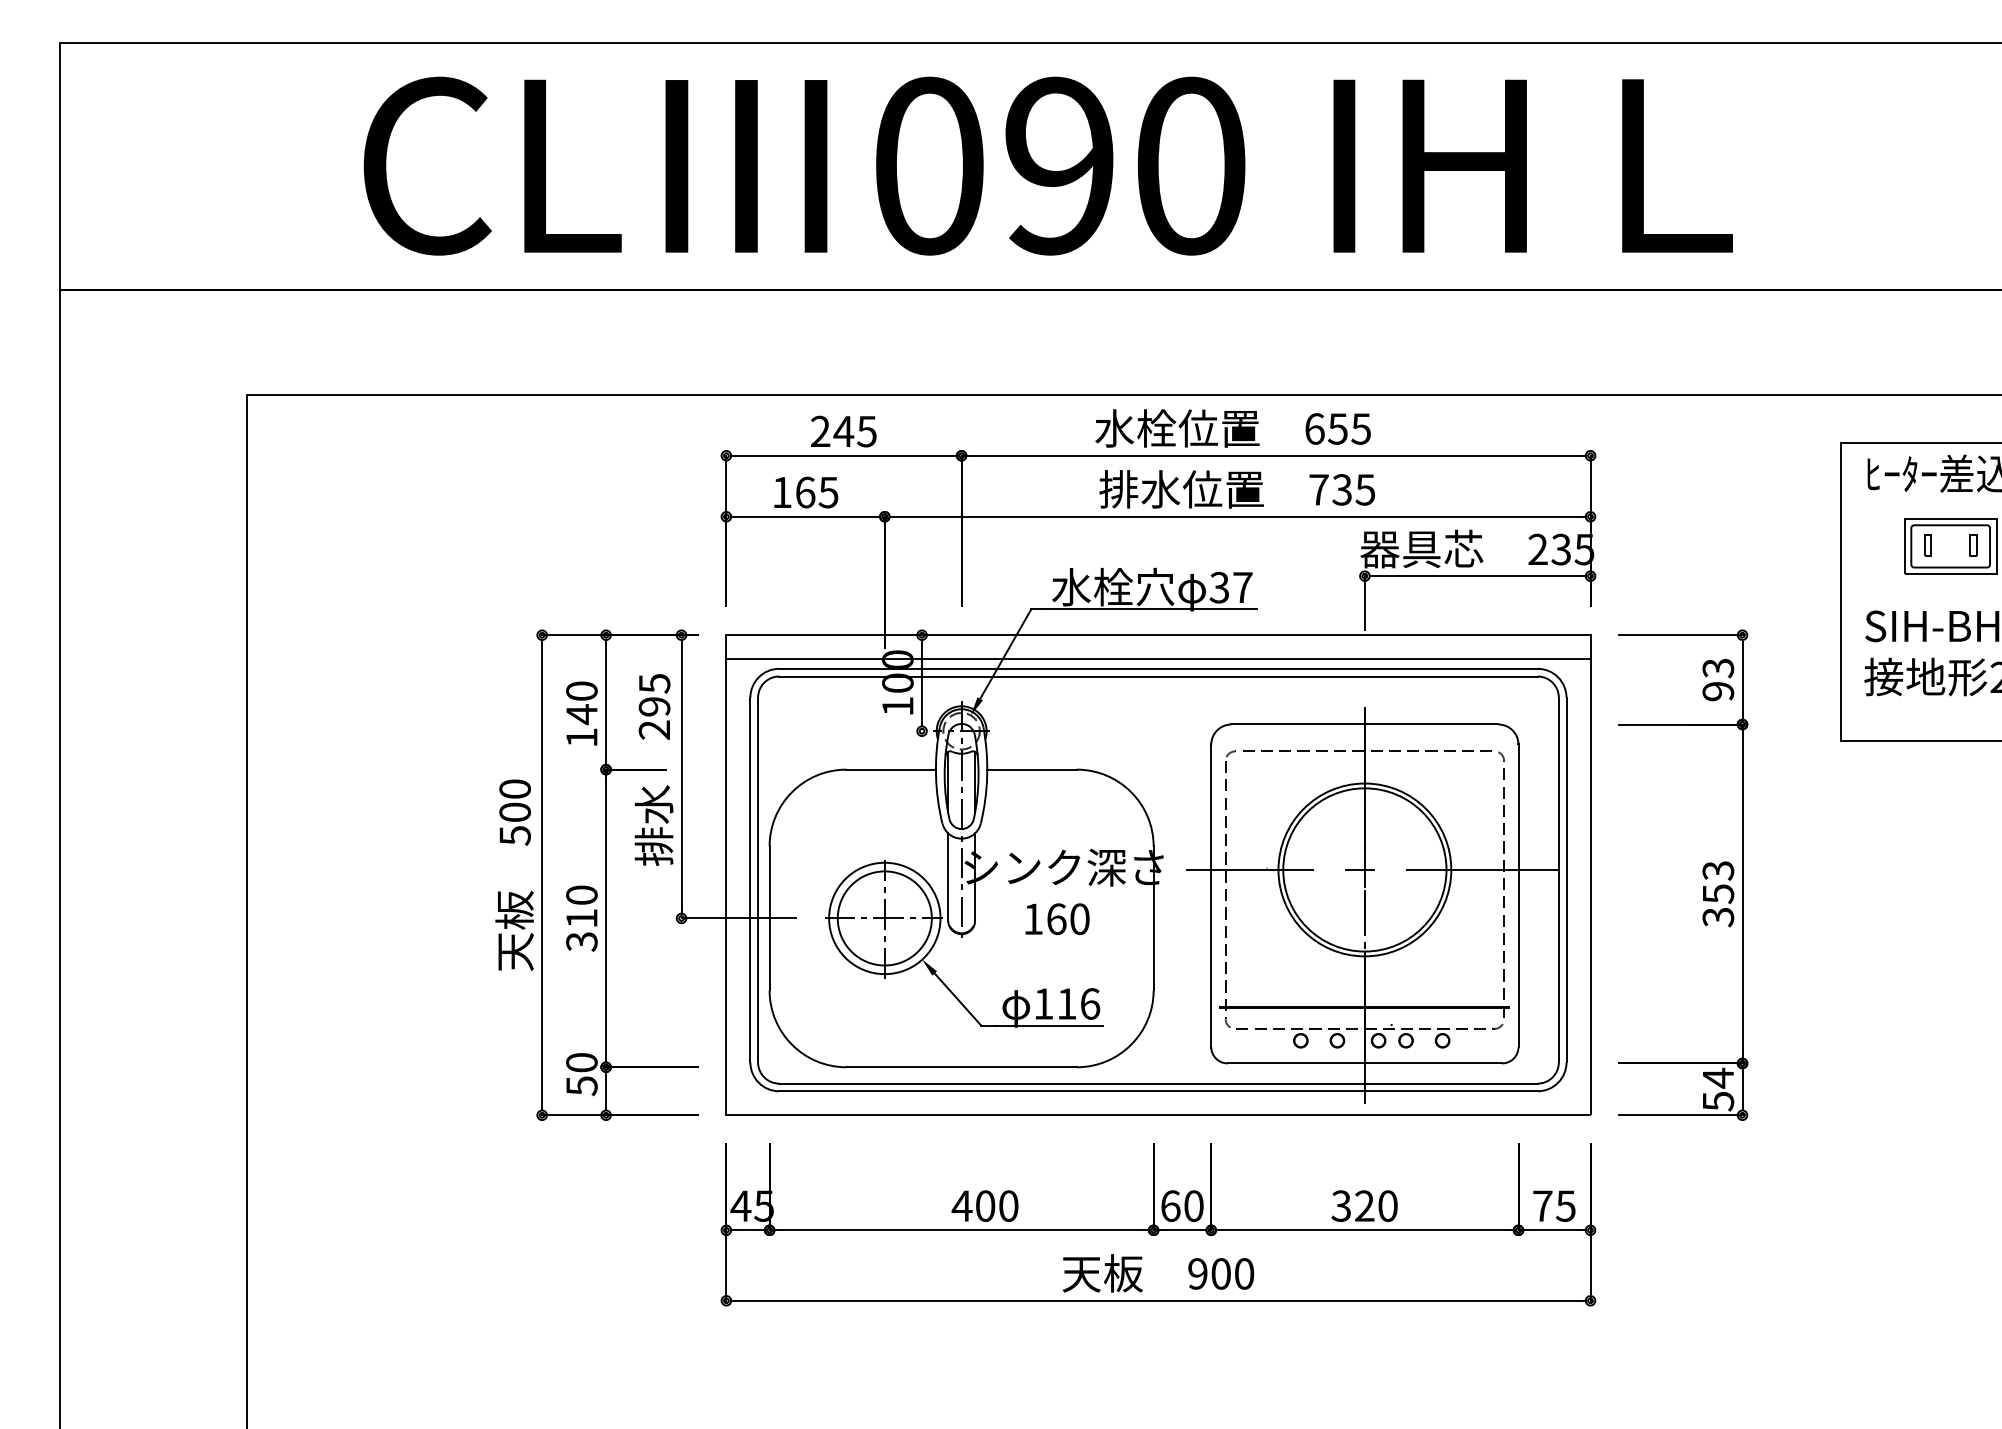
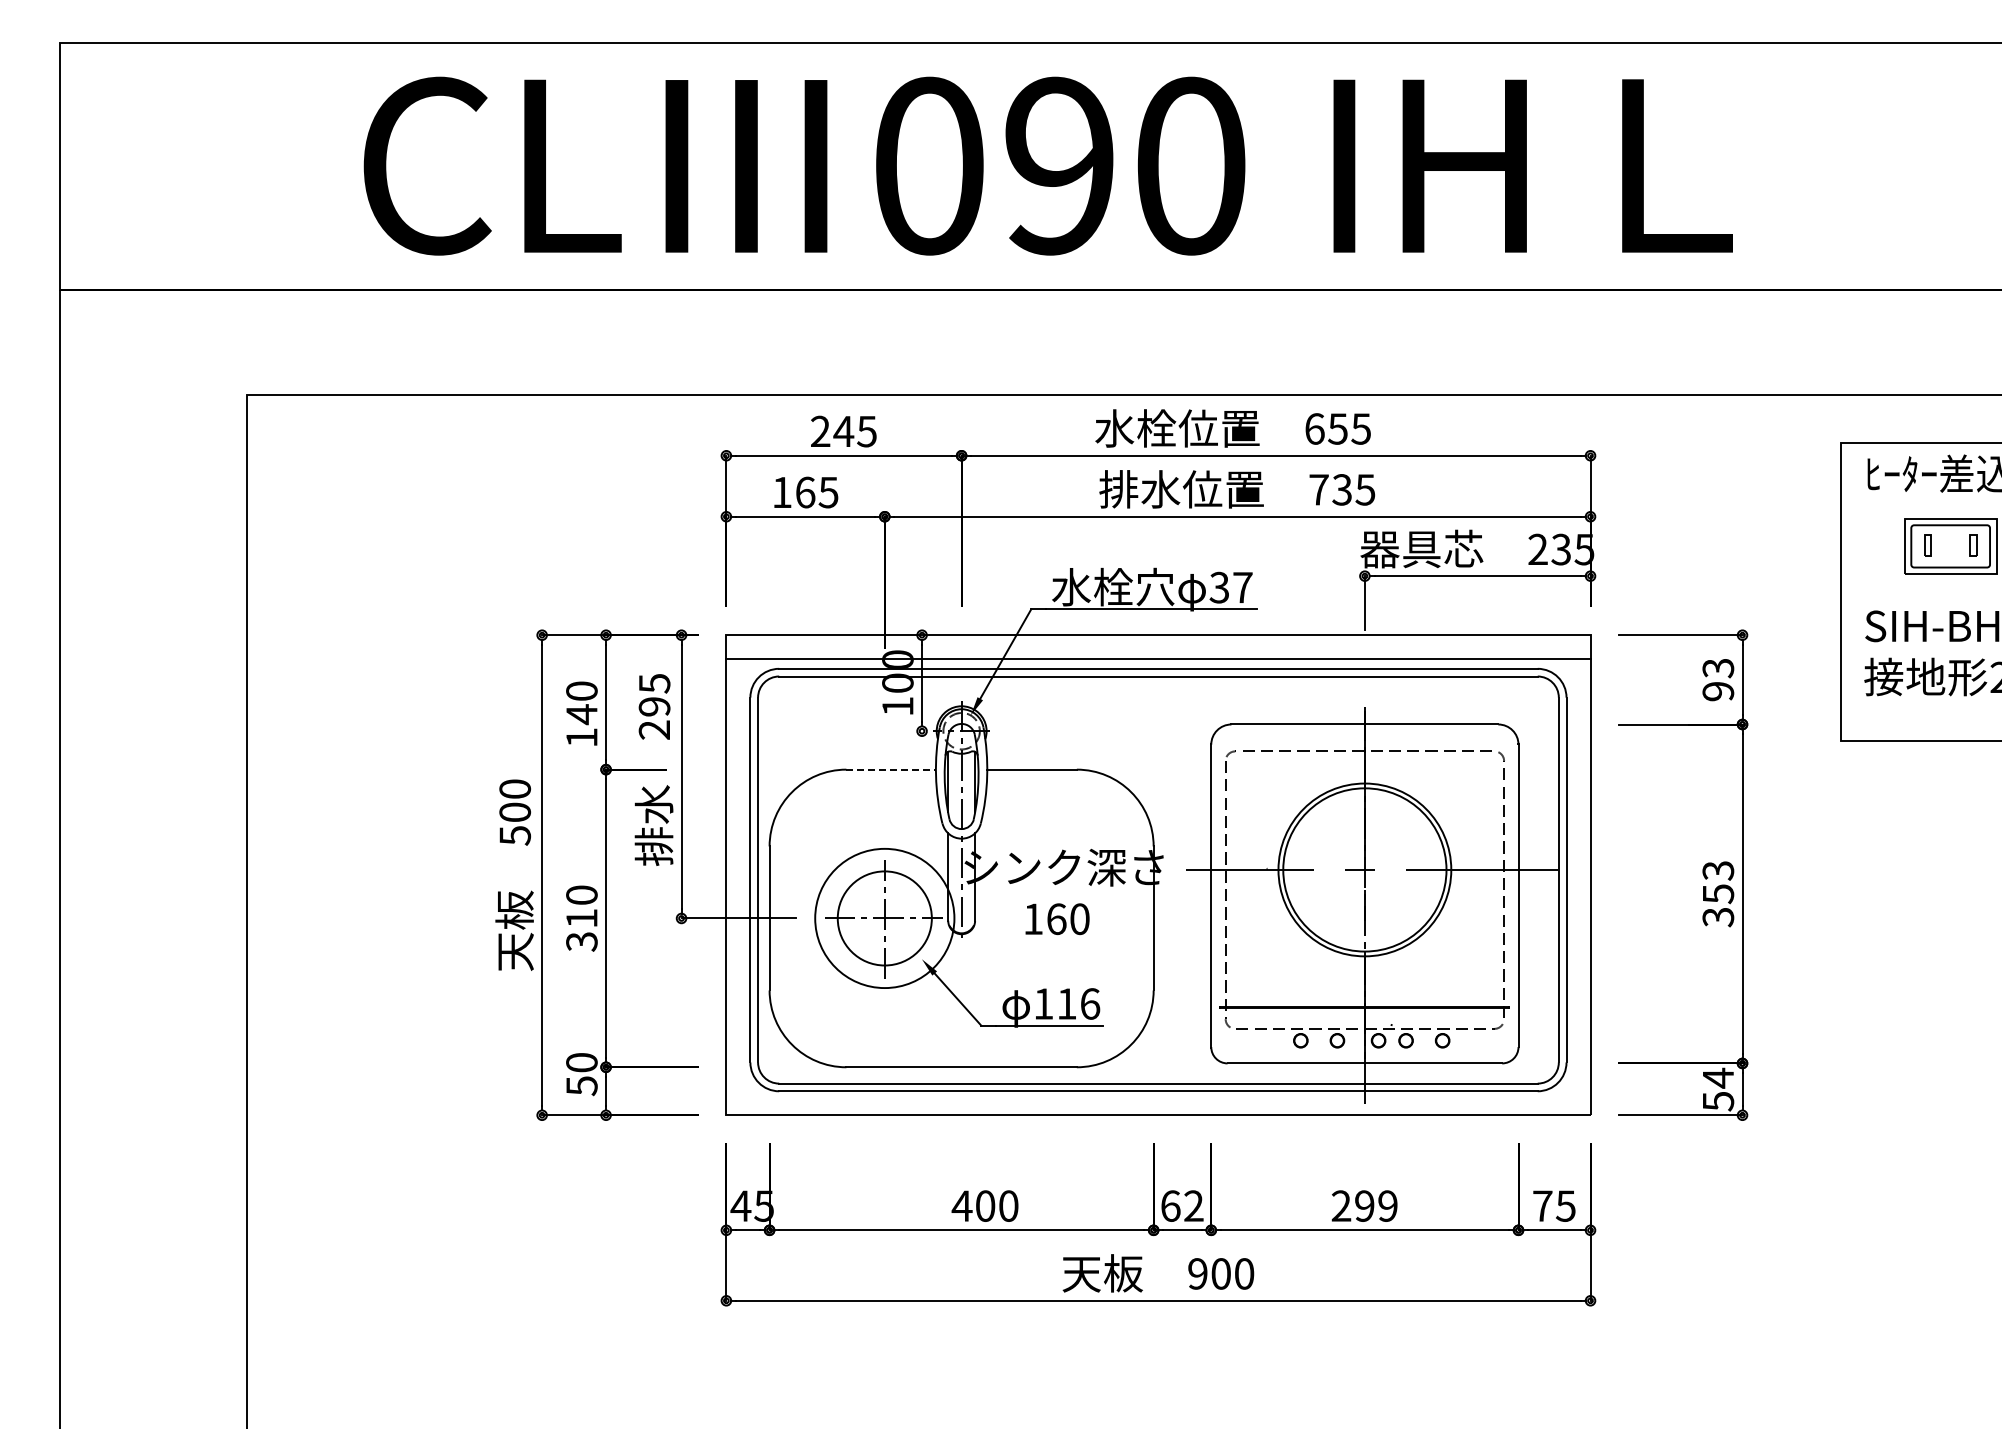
line at (891, 769): solid -> dashed
circle at (884, 918) diameter: 111 px -> 139 px
text at (1193, 1205): 60 -> 62
text at (1364, 1205): 320 -> 299
